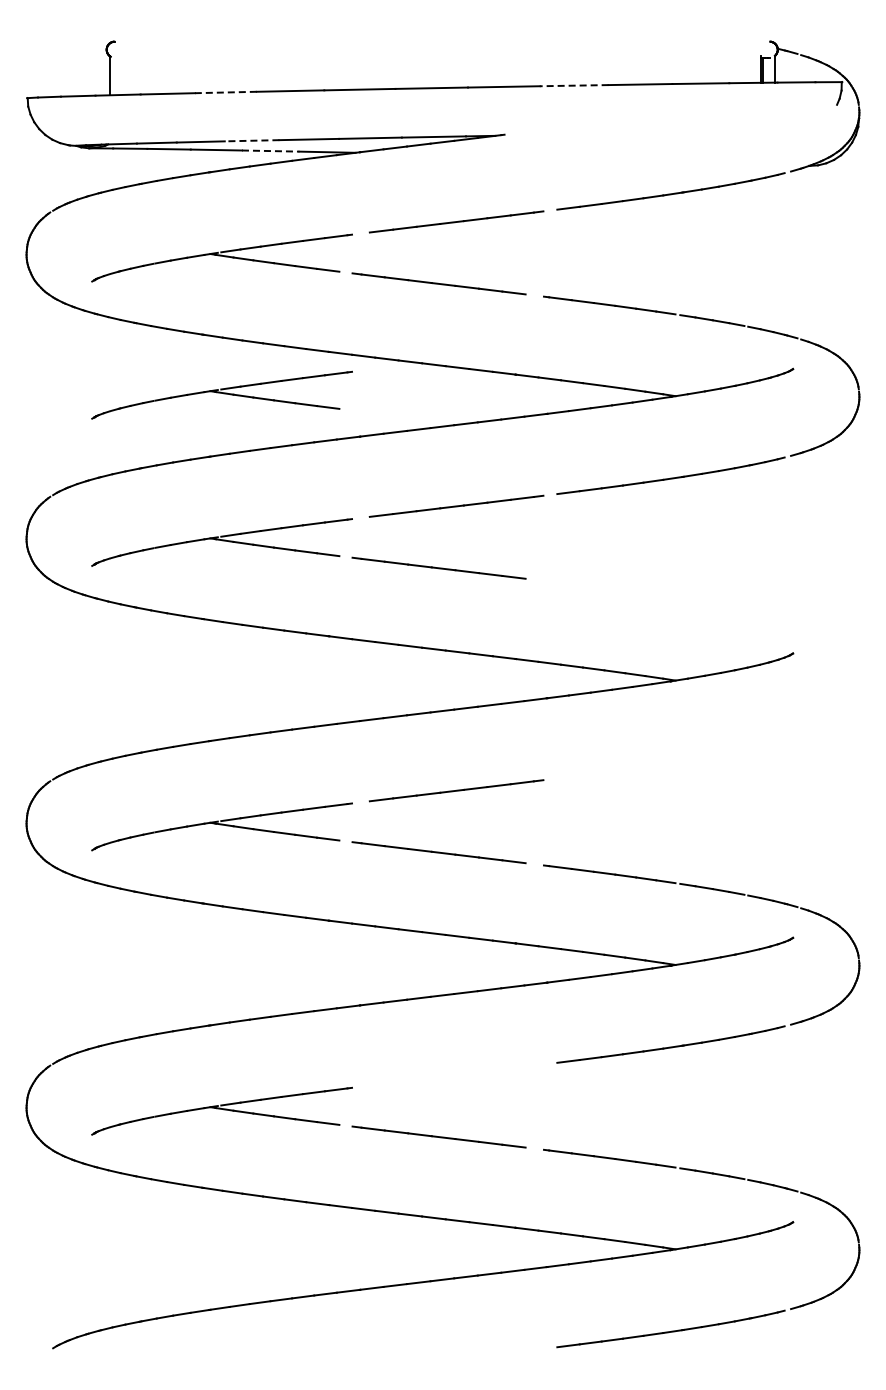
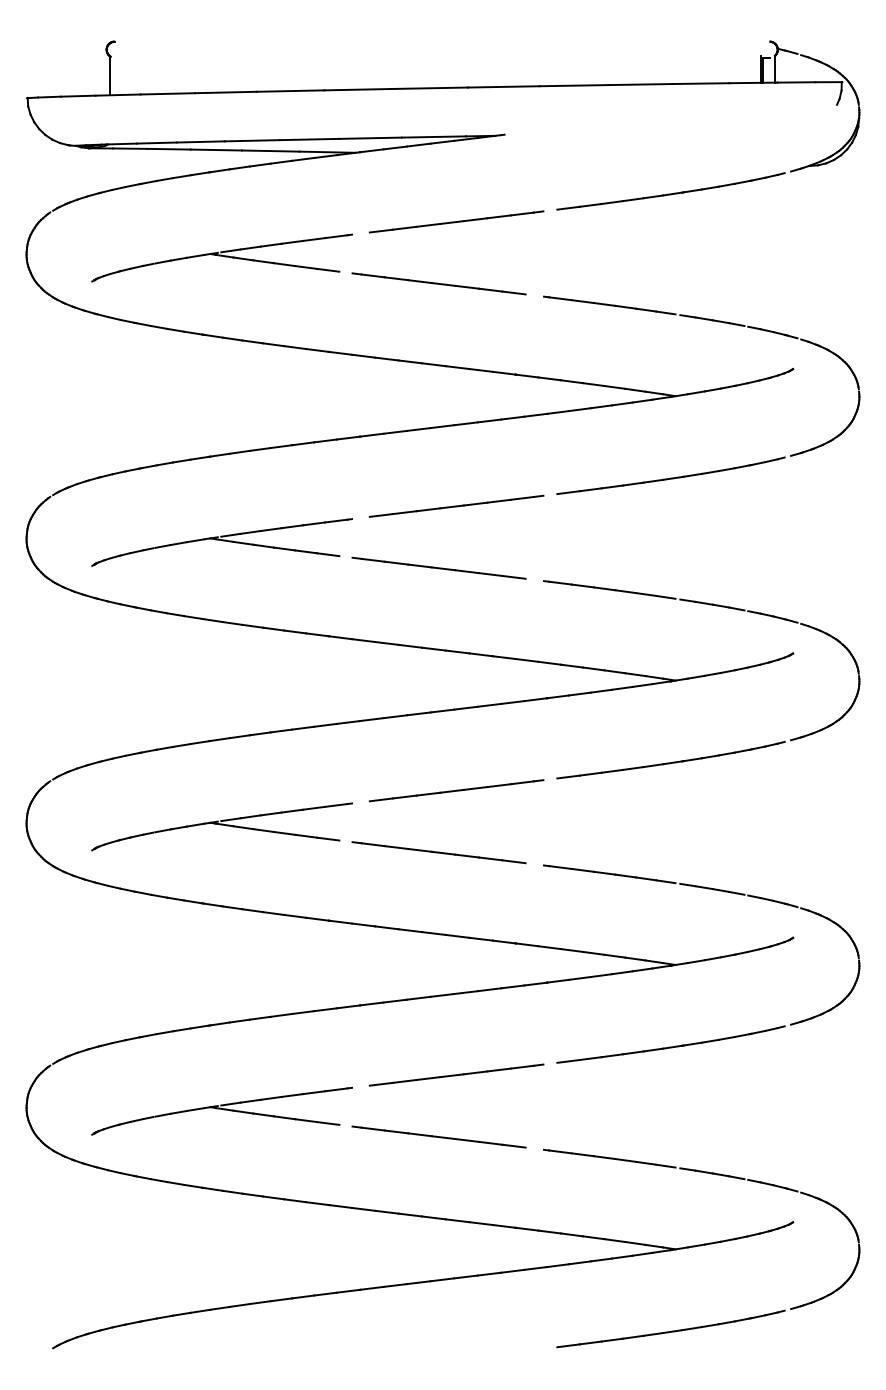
line at (573, 85): dashed -> solid
line at (225, 92): dashed -> solid
line at (251, 140): dashed -> solid
line at (270, 151): dashed -> solid
part at (221, 394): present -> none
part at (715, 606): none -> present
line at (456, 1074): none -> present
